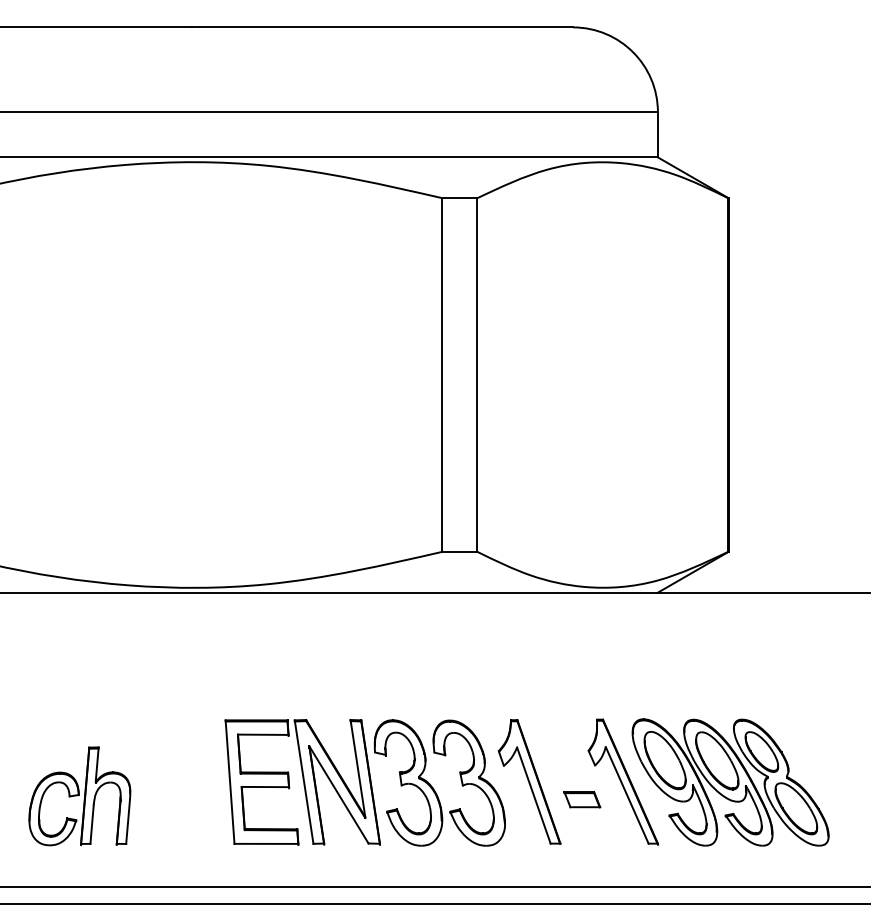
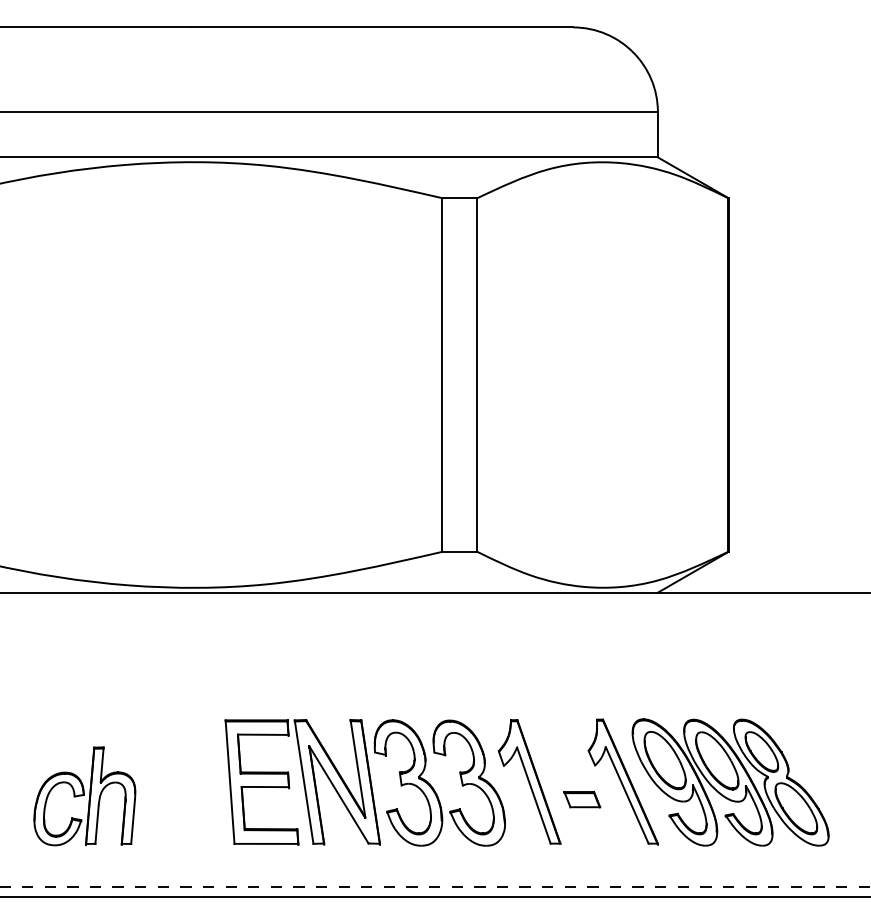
part at (79, 796) position: (79, 796) -> (84, 796)
line at (435, 886): solid -> dashed
line at (434, 903) position: (434, 903) -> (434, 896)
